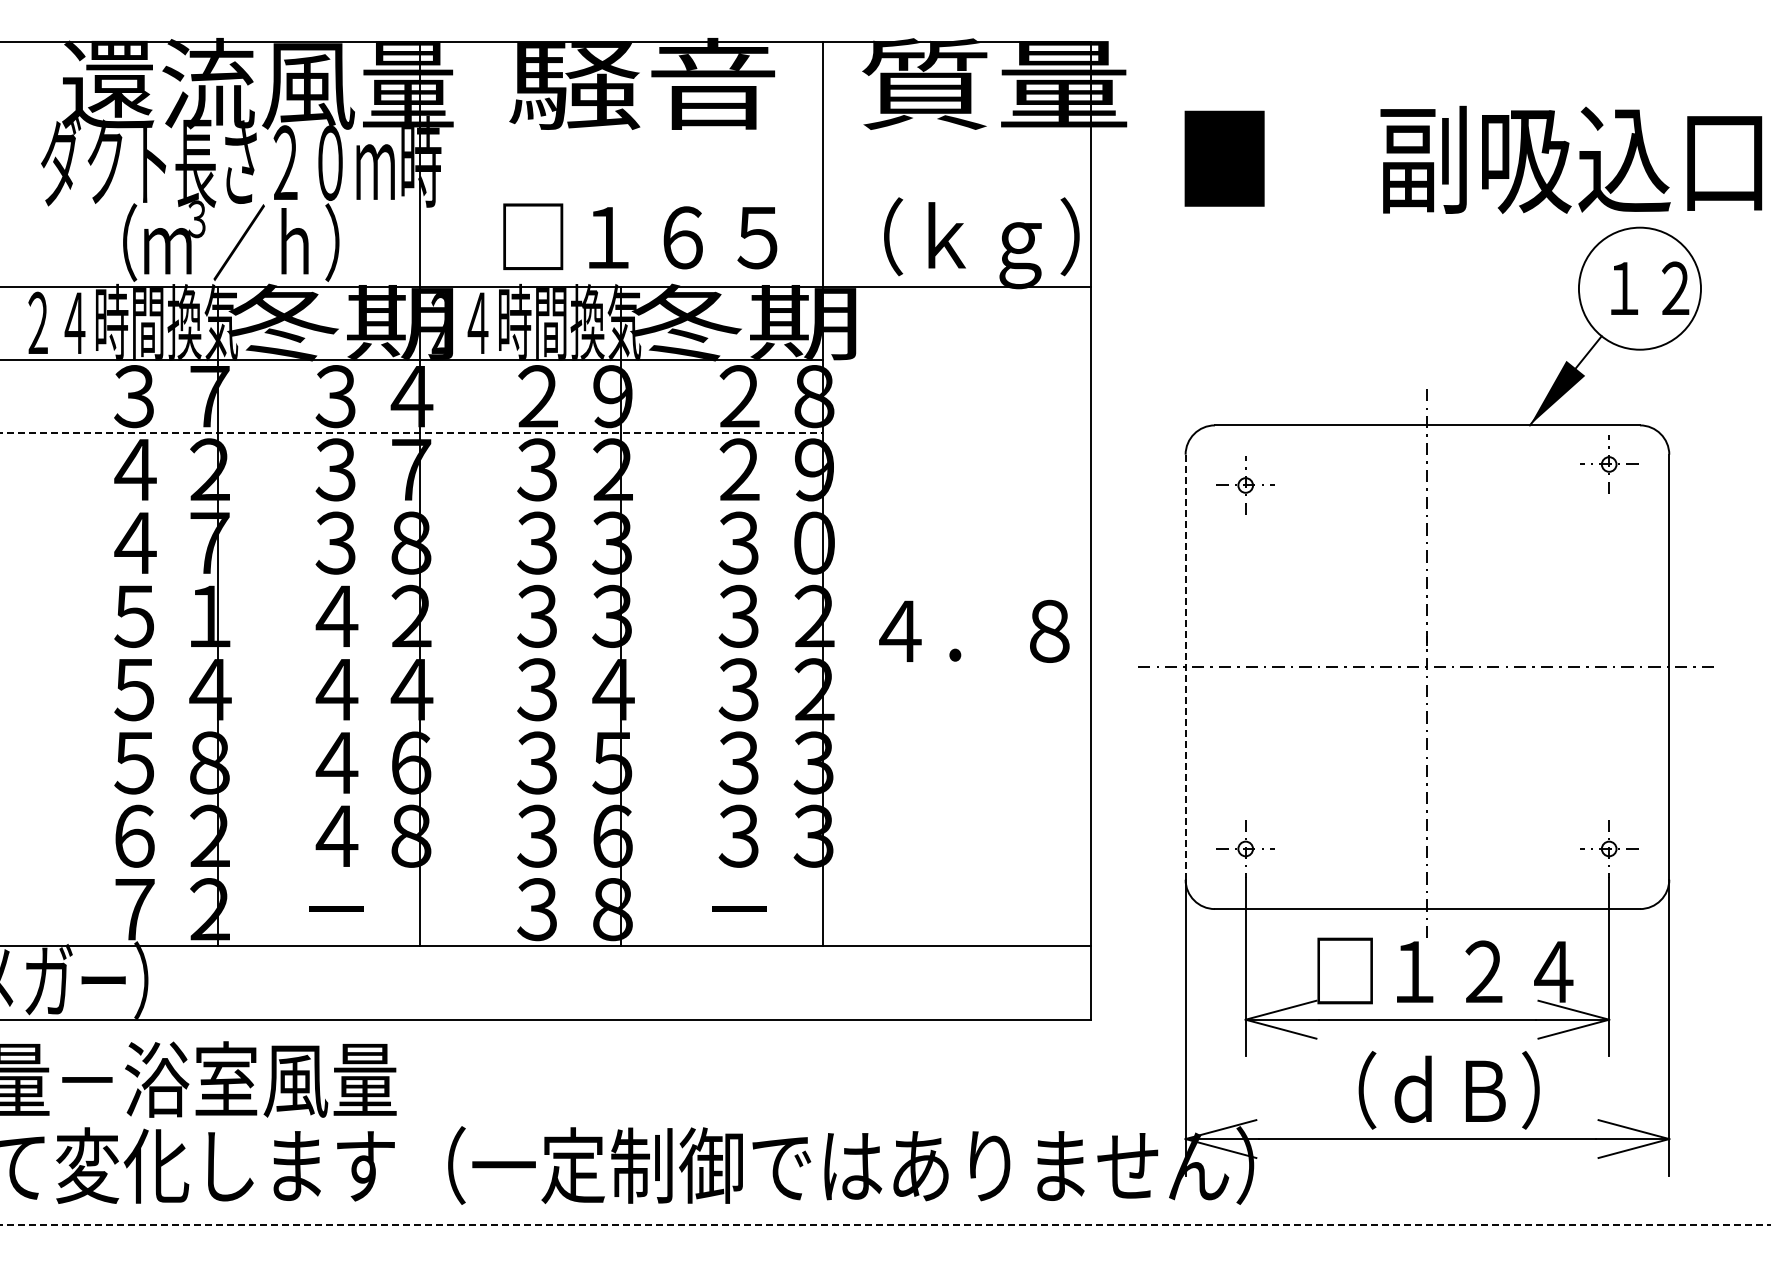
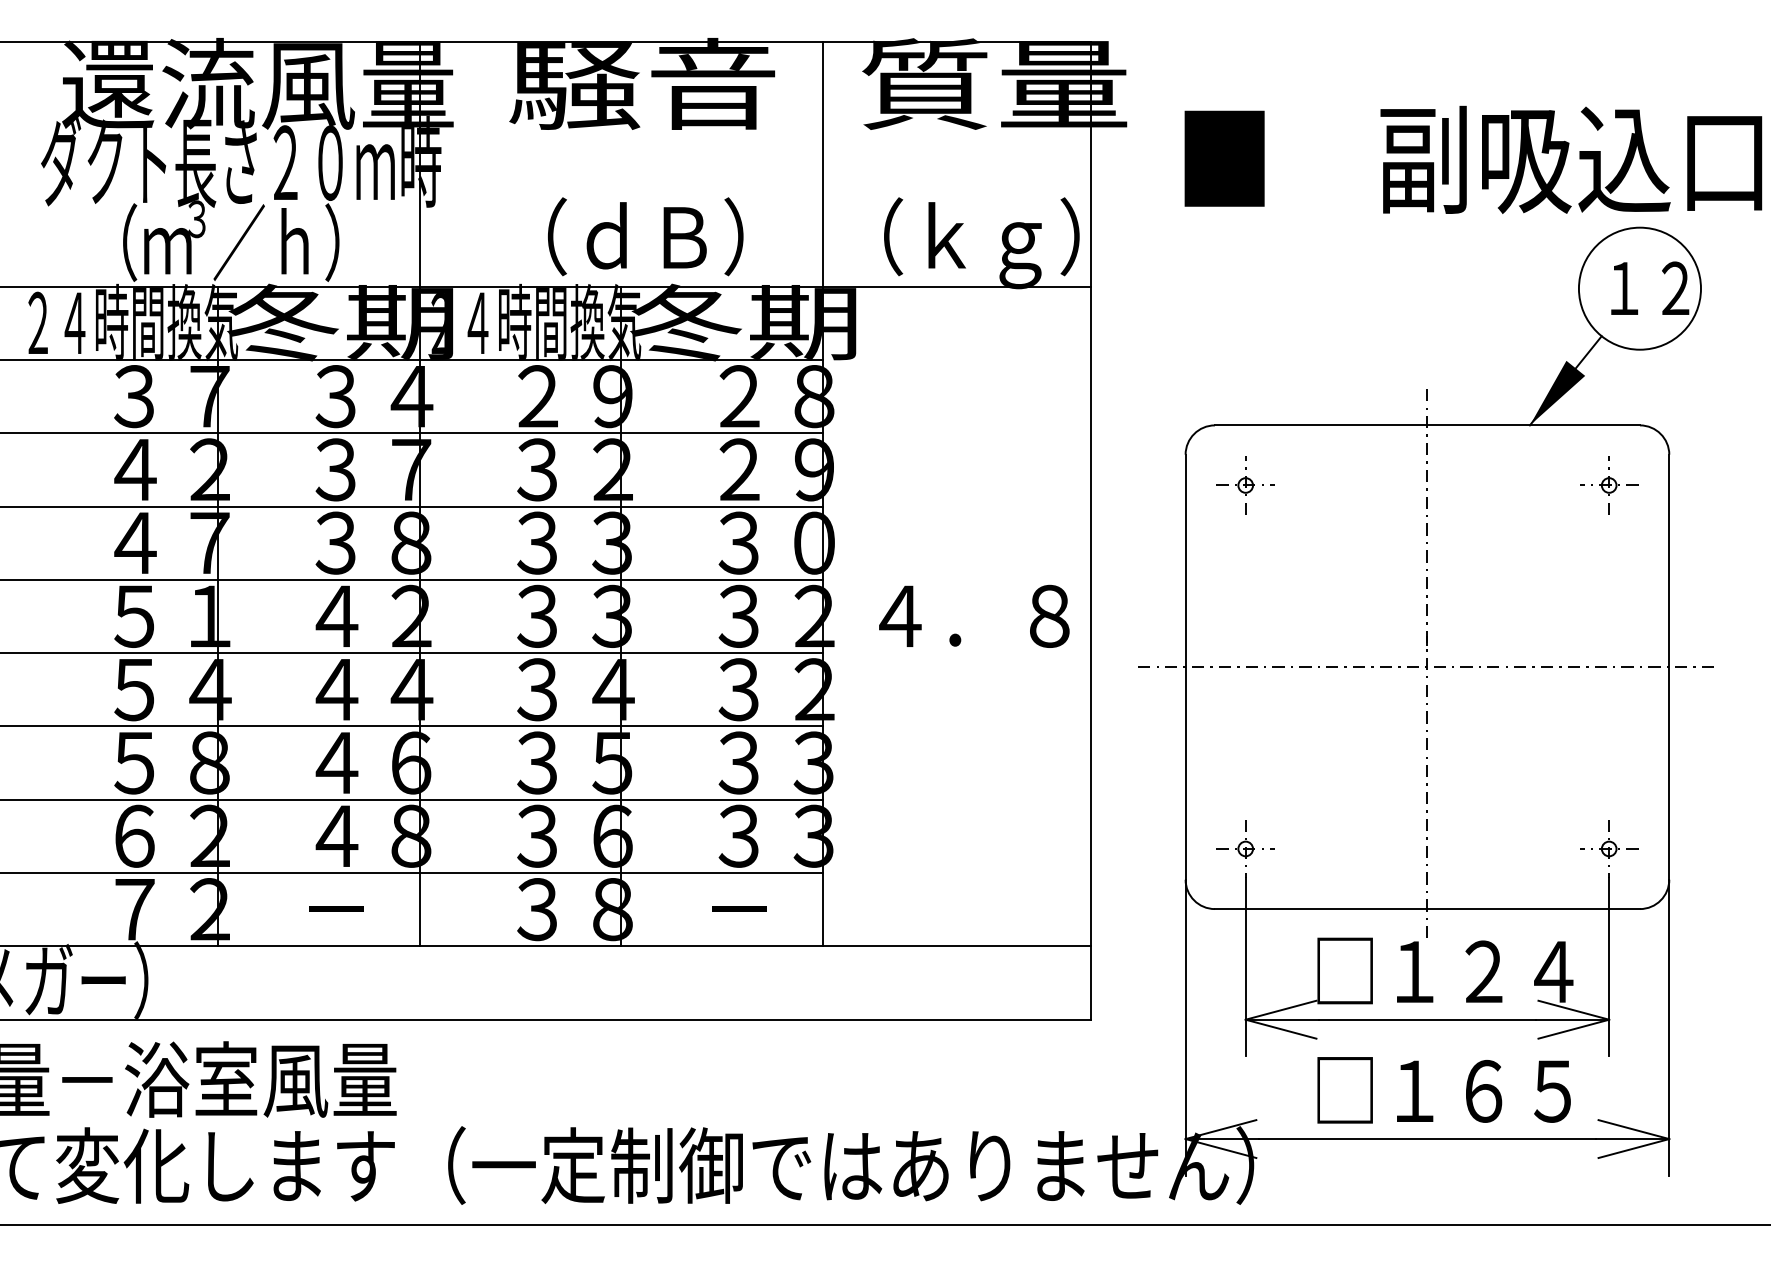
text at (640, 236): □１６５ -> （ｄＢ）
line at (411, 433): dashed -> solid
part at (1609, 464) position: (1609, 464) -> (1609, 485)
line at (412, 506): none -> present
line at (412, 579): none -> present
text at (974, 630) position: (974, 630) -> (974, 615)
line at (412, 653): none -> present
line at (1185, 667): dashed -> solid
line at (412, 726): none -> present
line at (412, 799): none -> present
line at (412, 873): none -> present
text at (1443, 1090): （ｄＢ） -> □１６５
line at (885, 1225): dashed -> solid
